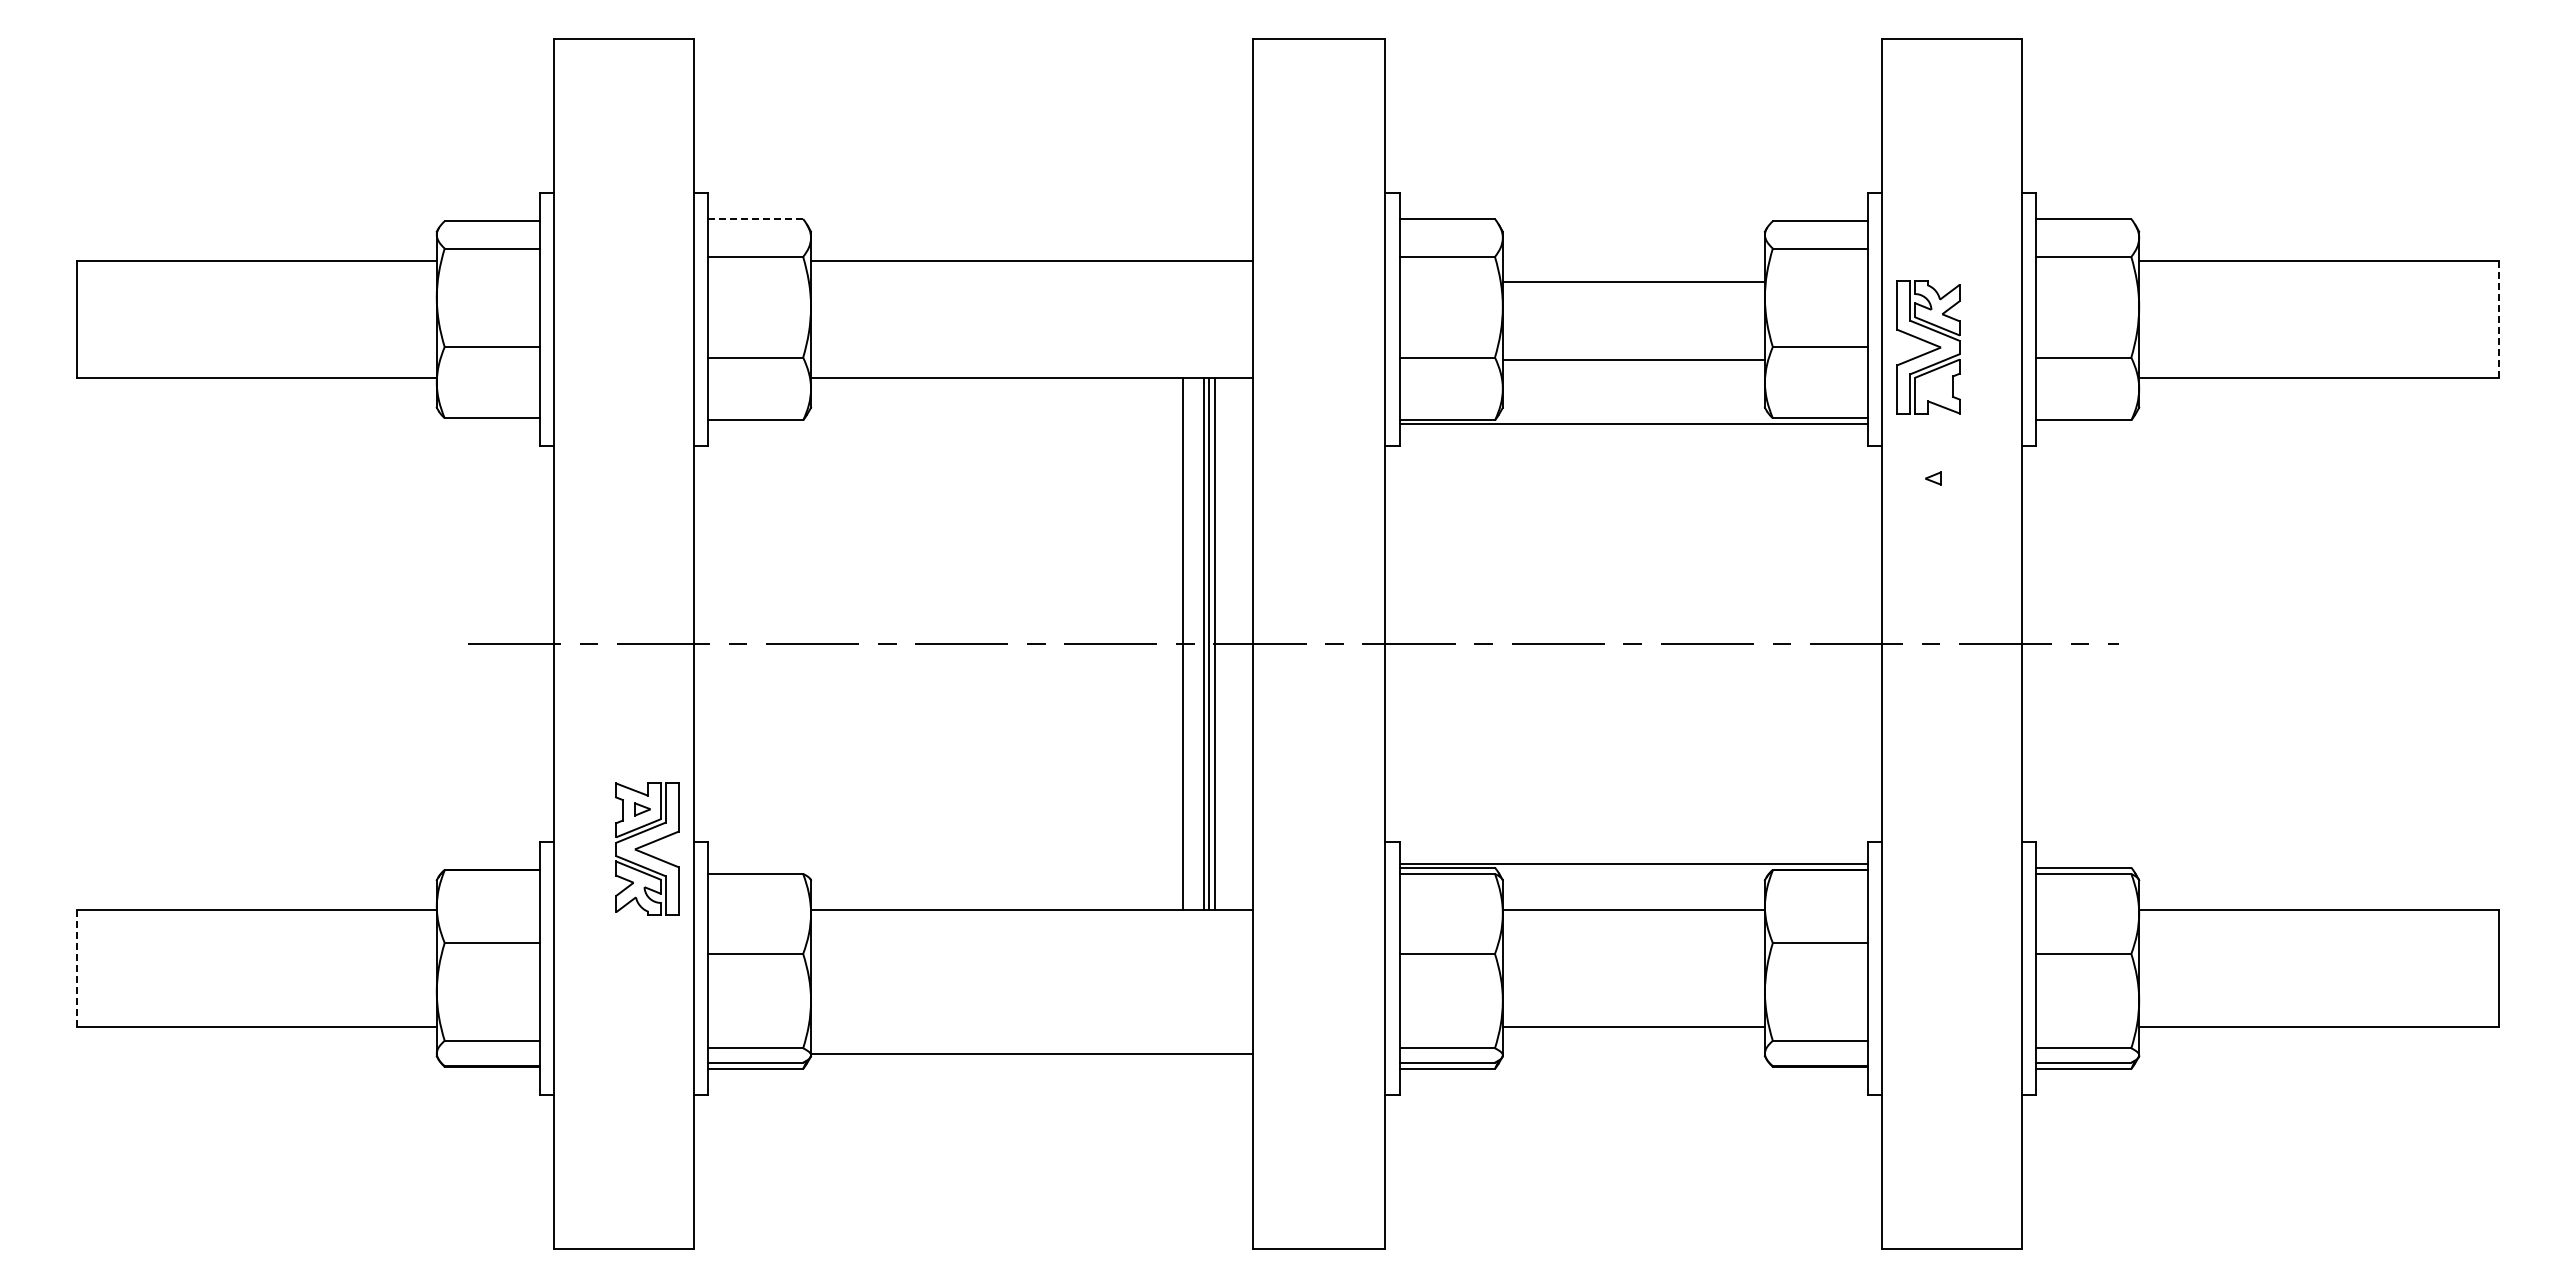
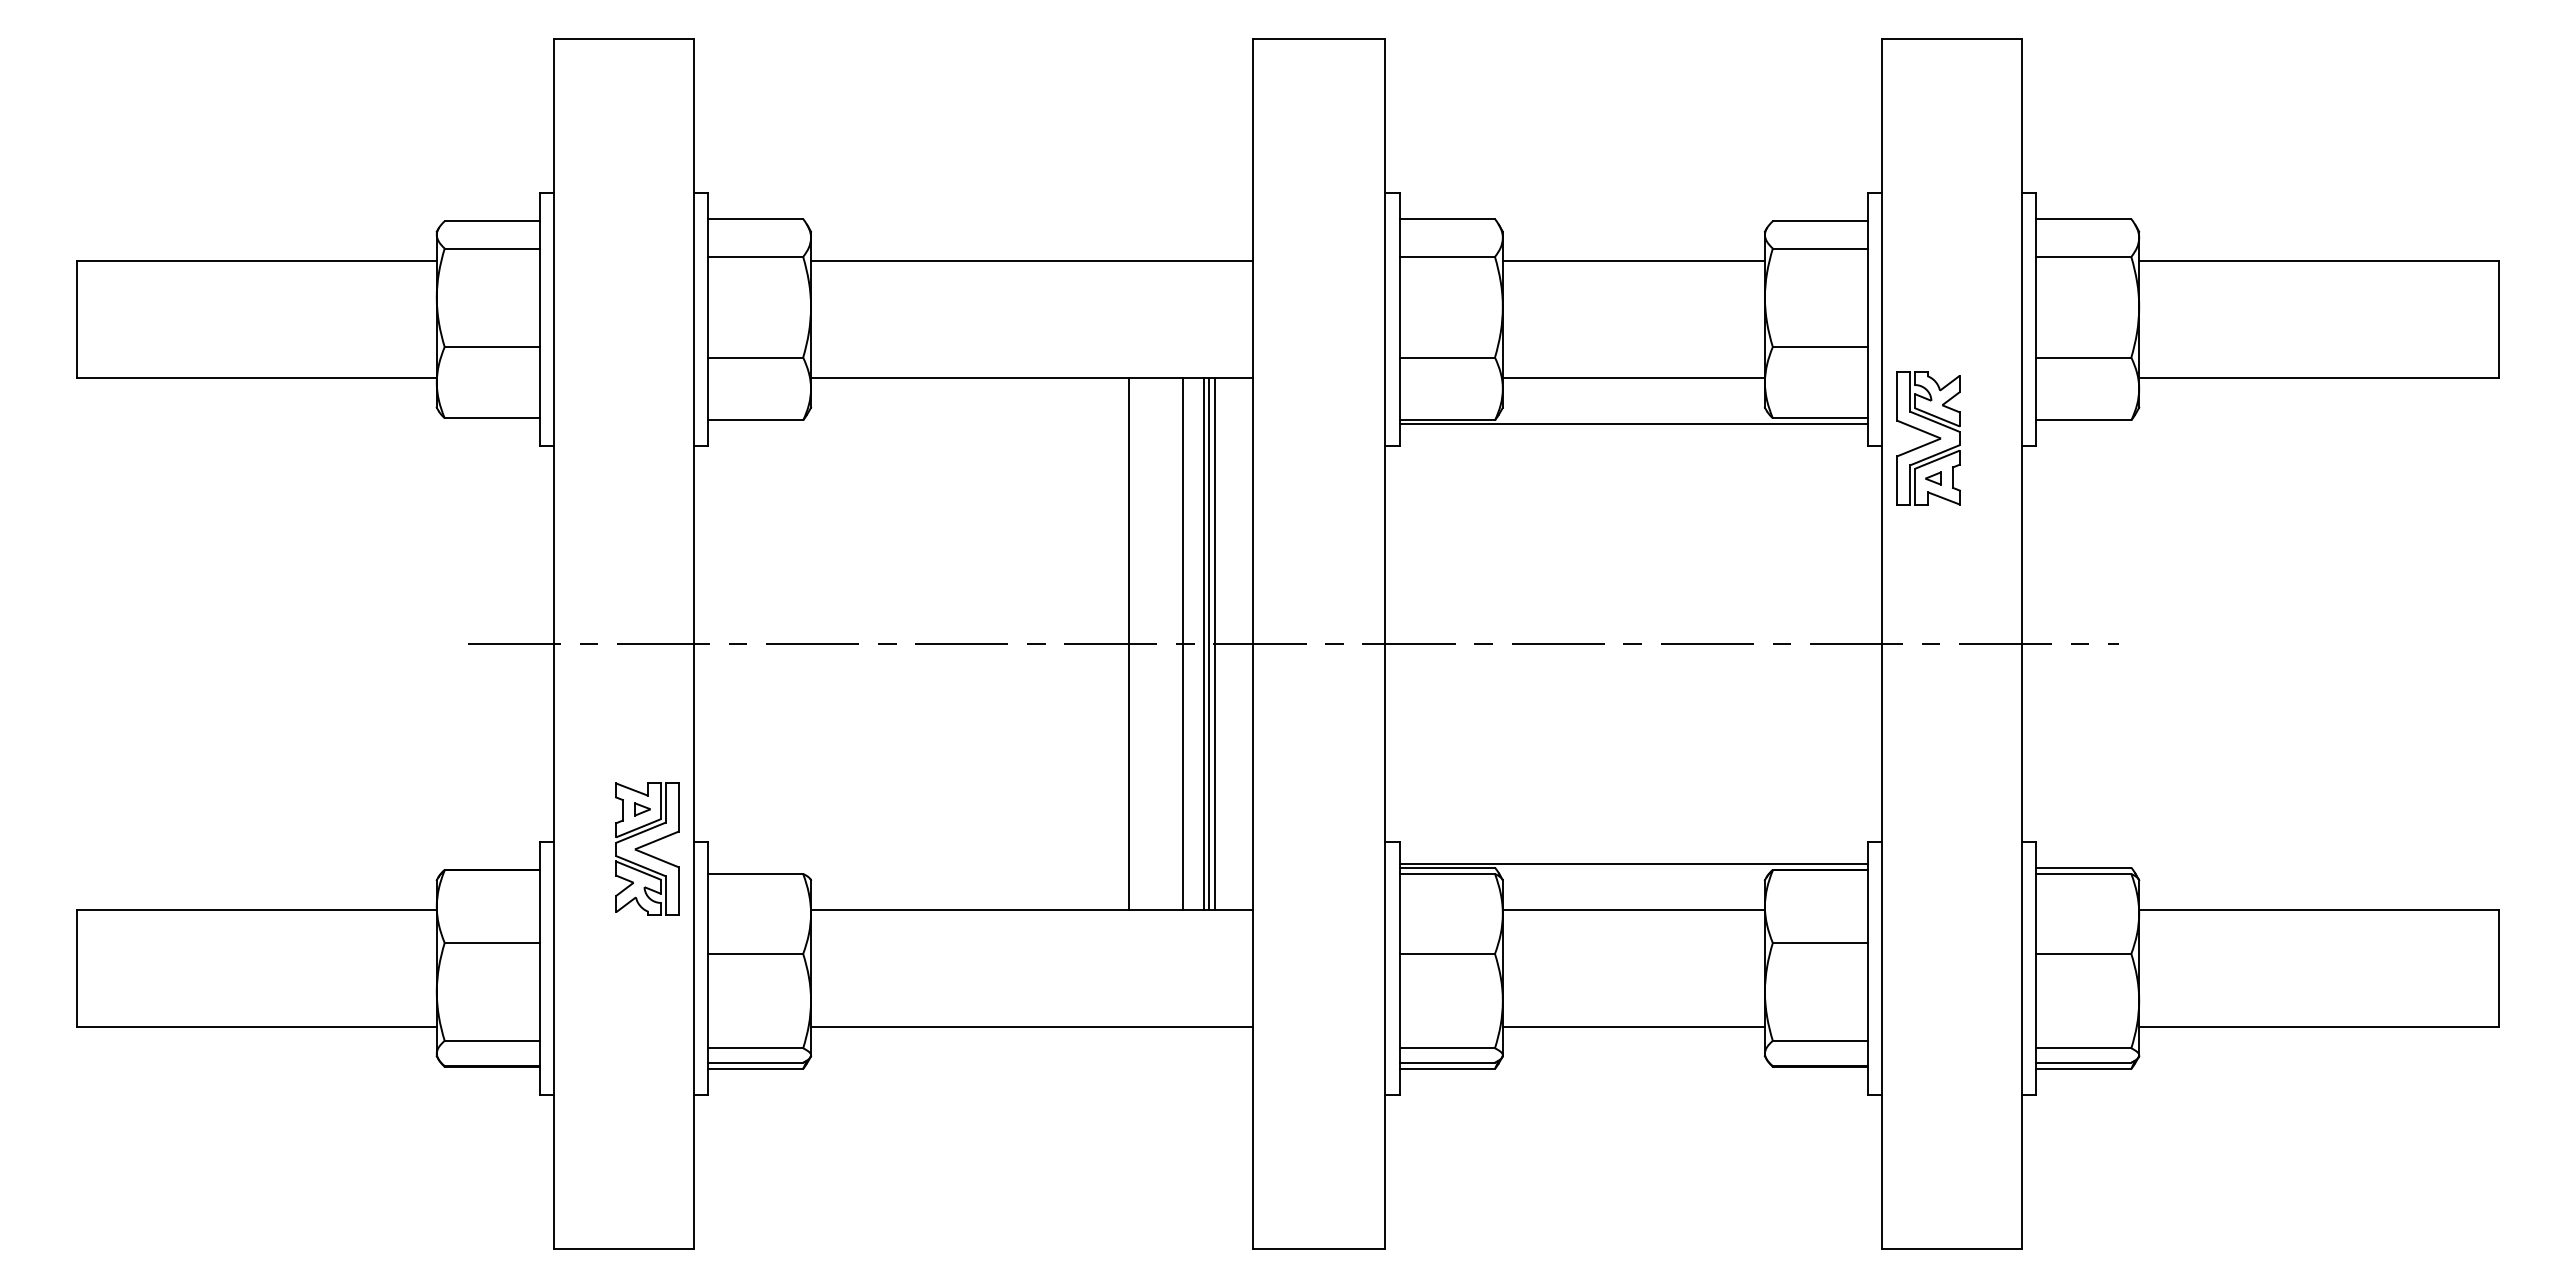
line at (755, 219): dashed -> solid
line at (1633, 282) position: (1633, 282) -> (1633, 261)
line at (2498, 319): dashed -> solid
part at (1928, 347) position: (1928, 347) -> (1928, 438)
line at (1633, 360) position: (1633, 360) -> (1633, 378)
line at (1129, 643): none -> present
line at (77, 968): dashed -> solid
line at (1032, 1054) position: (1032, 1054) -> (1032, 1027)
